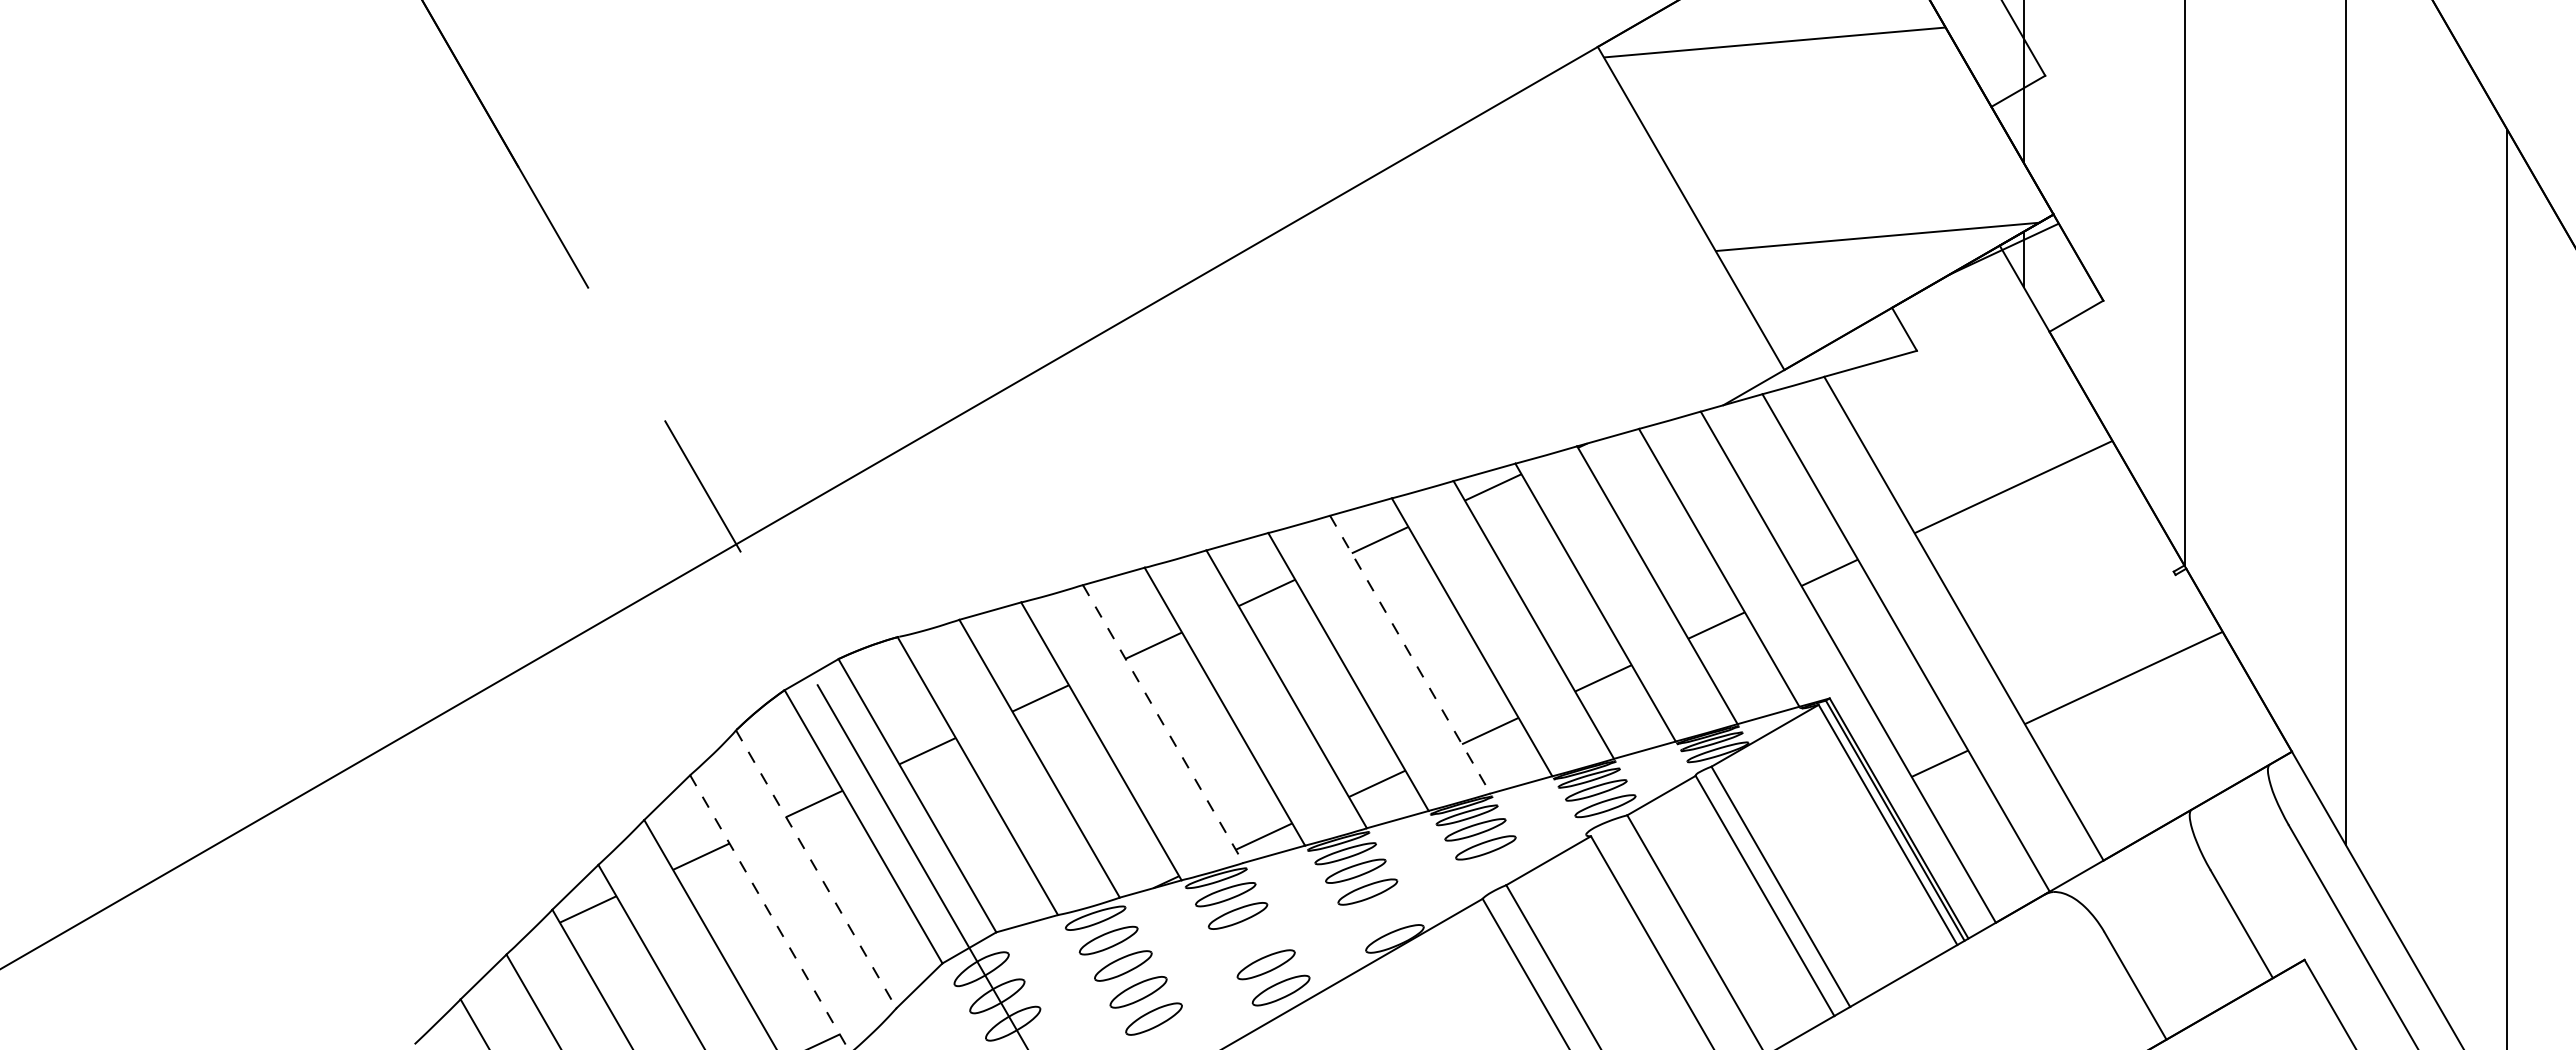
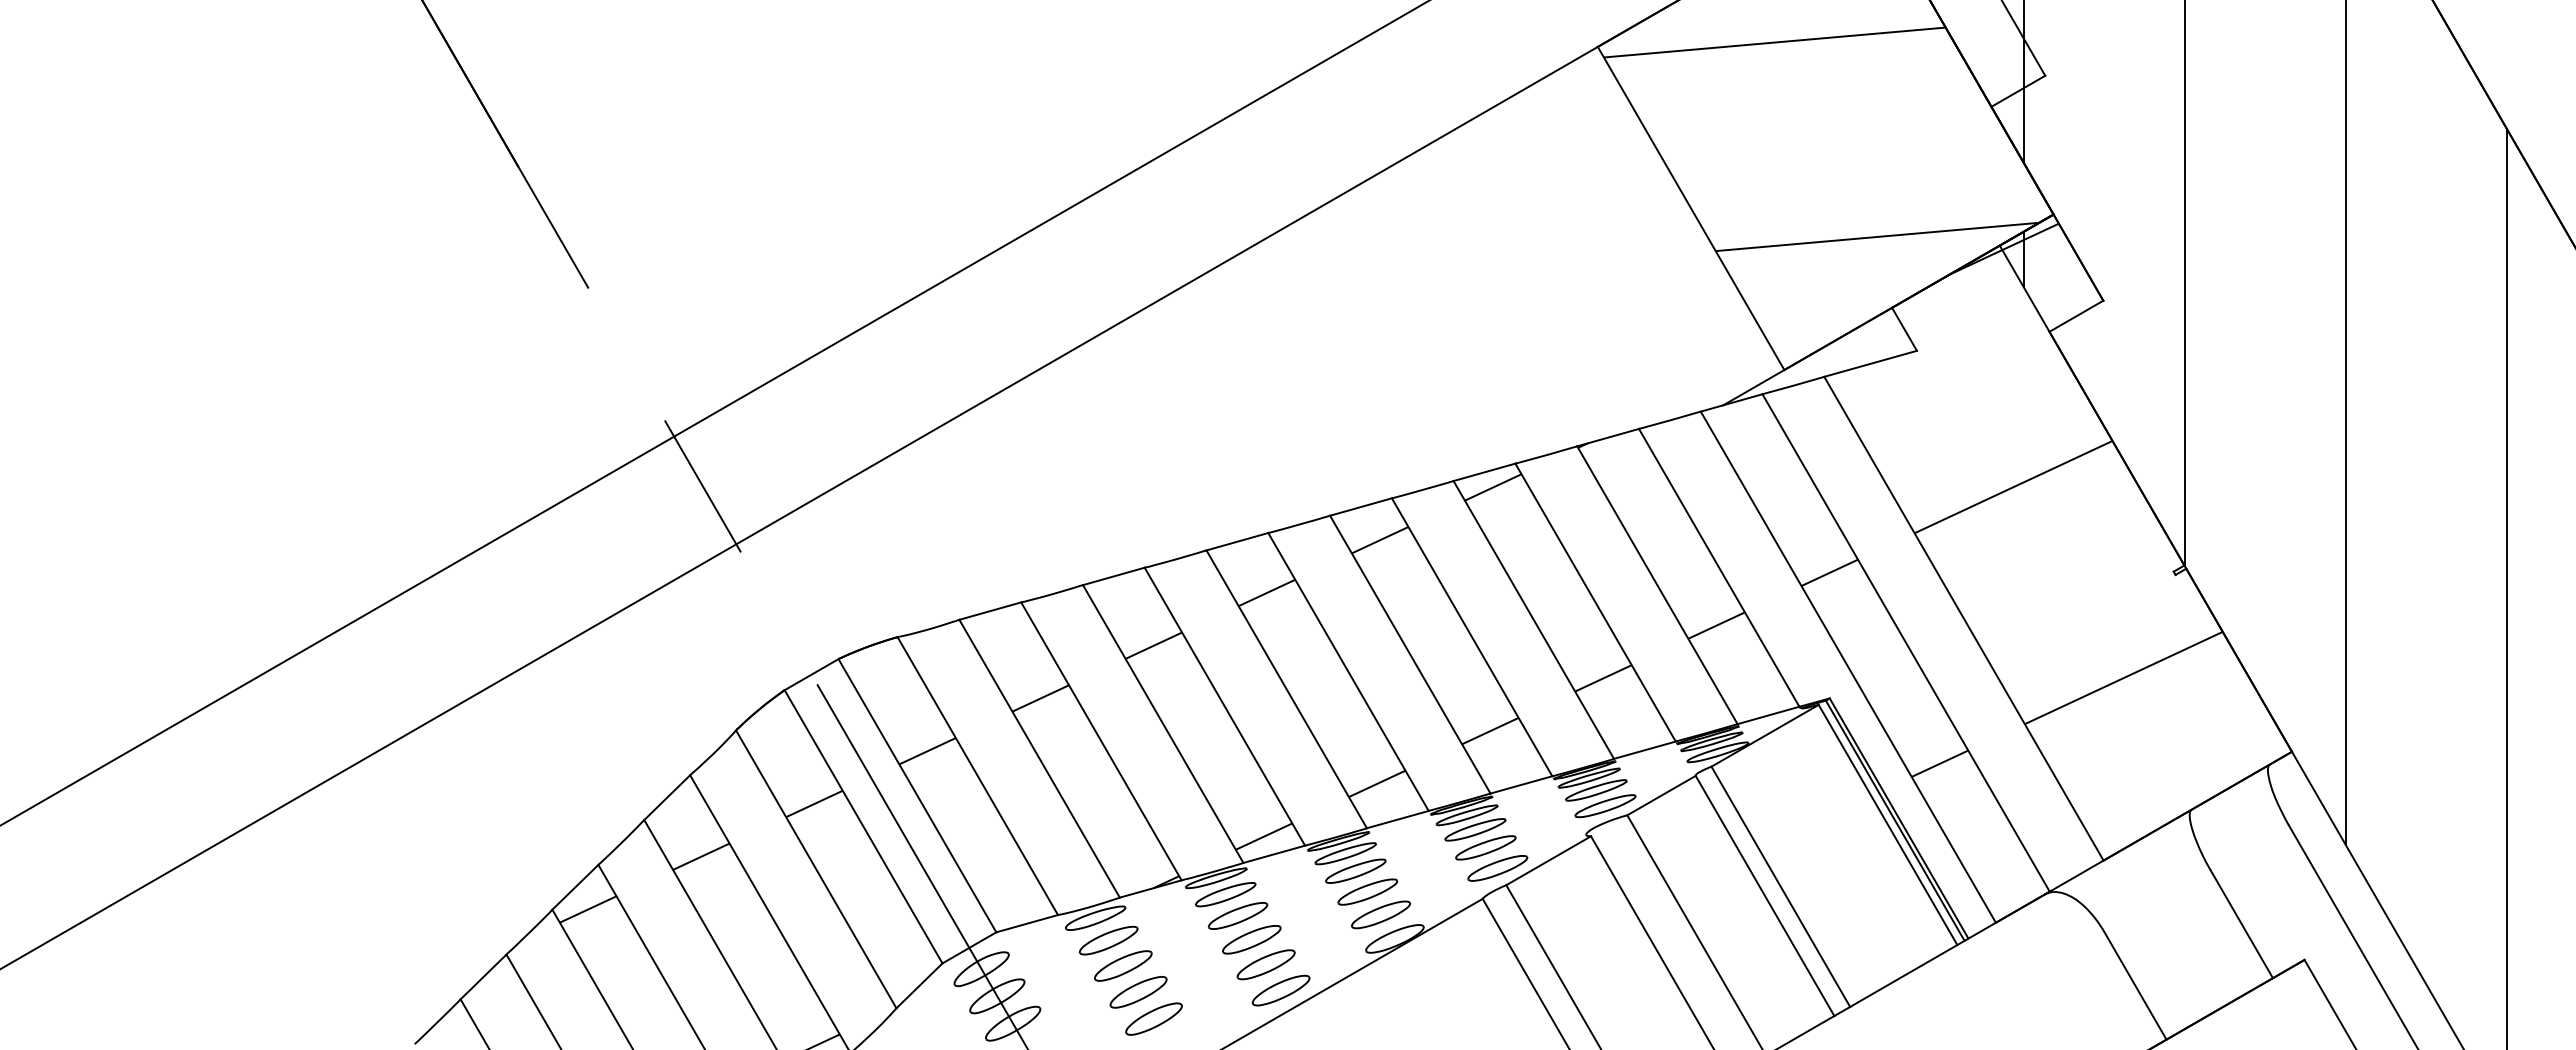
line at (714, 413): none -> present
line at (1410, 655): dashed -> solid
line at (1163, 724): dashed -> solid
part at (1497, 868): none -> present
line at (816, 869): dashed -> solid
line at (769, 912): dashed -> solid
part at (1380, 914): none -> present
part at (1251, 939): none -> present
